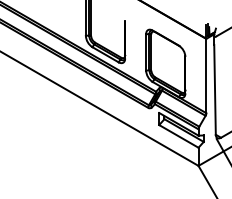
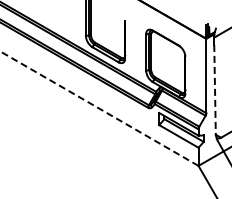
line at (215, 89): solid -> dashed
line at (99, 108): solid -> dashed
